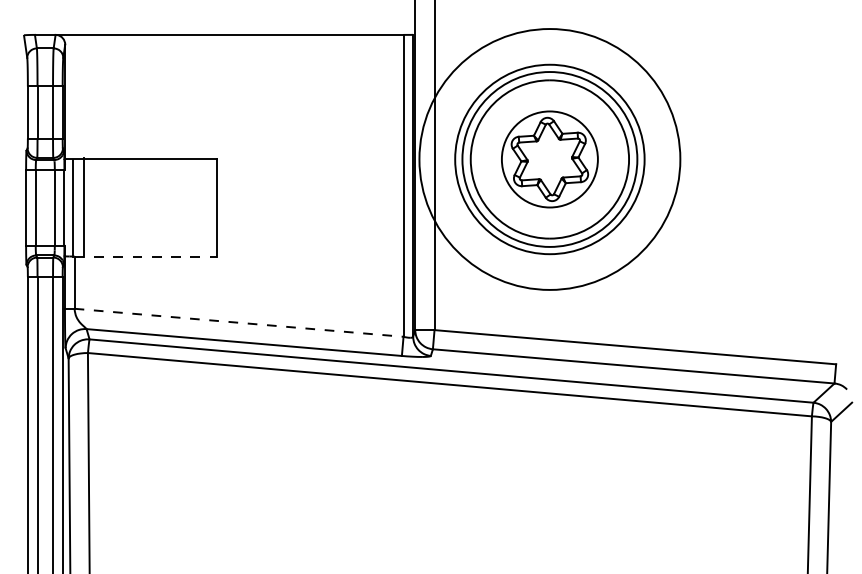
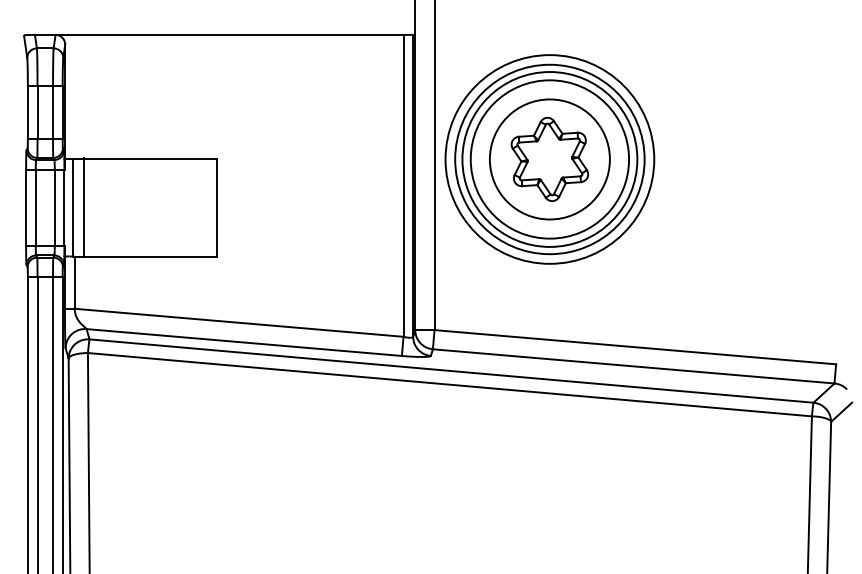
circle at (549, 159) diameter: 261 px -> 209 px
circle at (549, 159) diameter: 96 px -> 120 px
line at (146, 256): dashed -> solid
line at (239, 322): dashed -> solid
